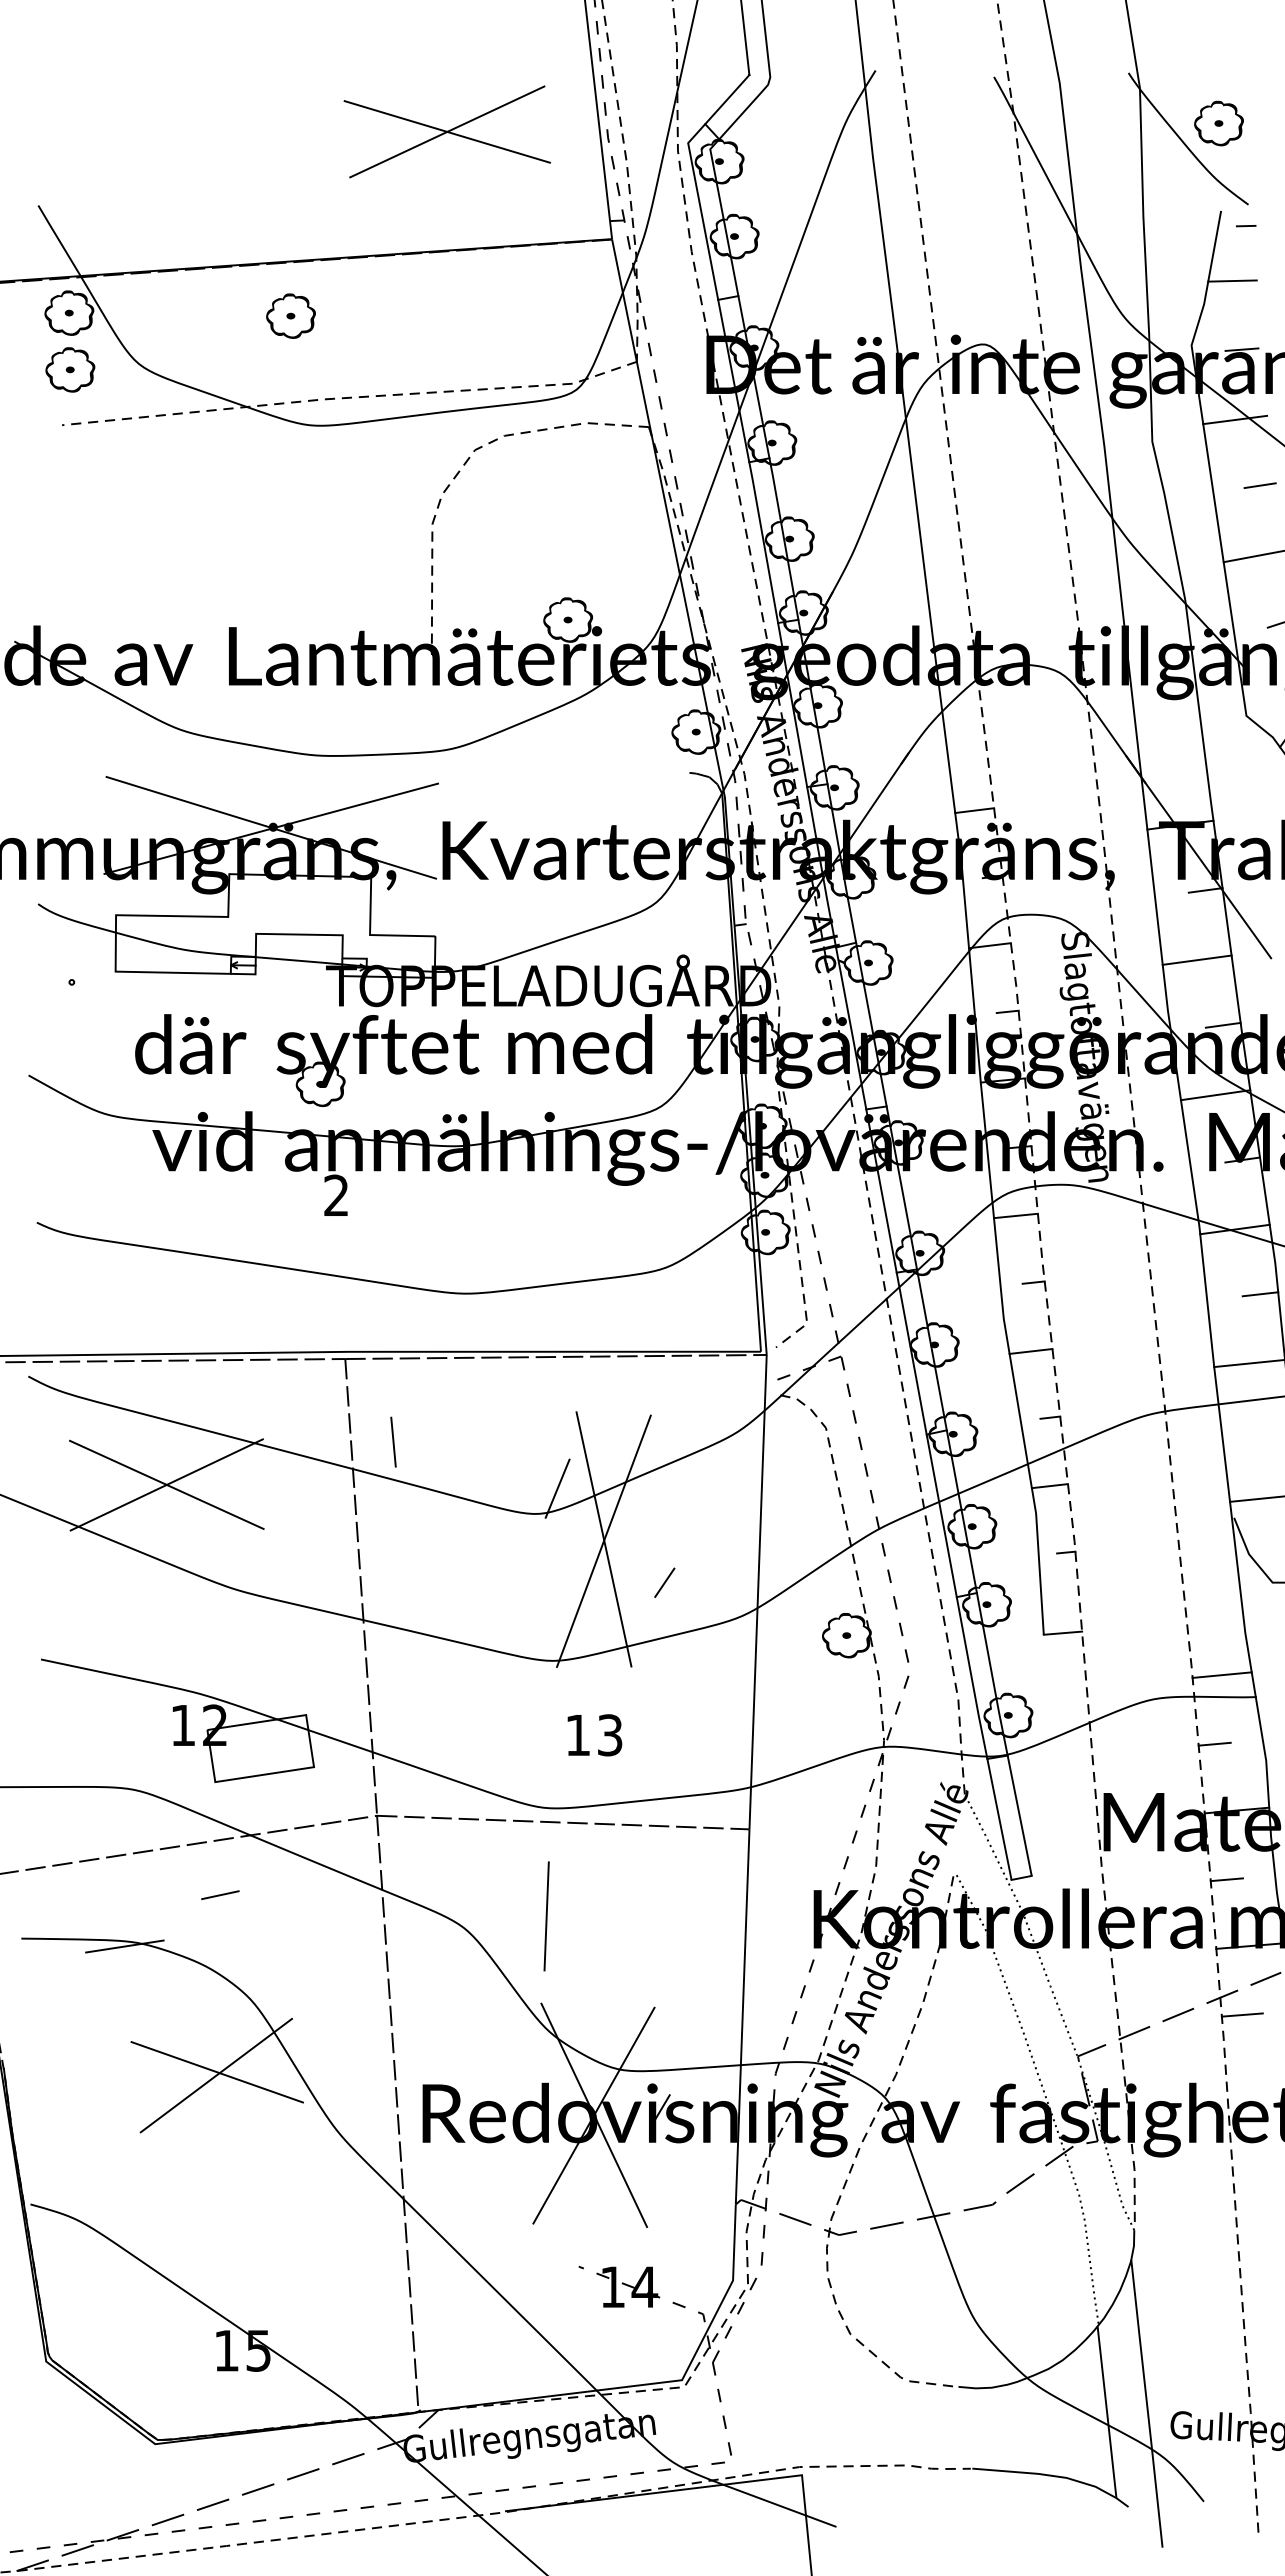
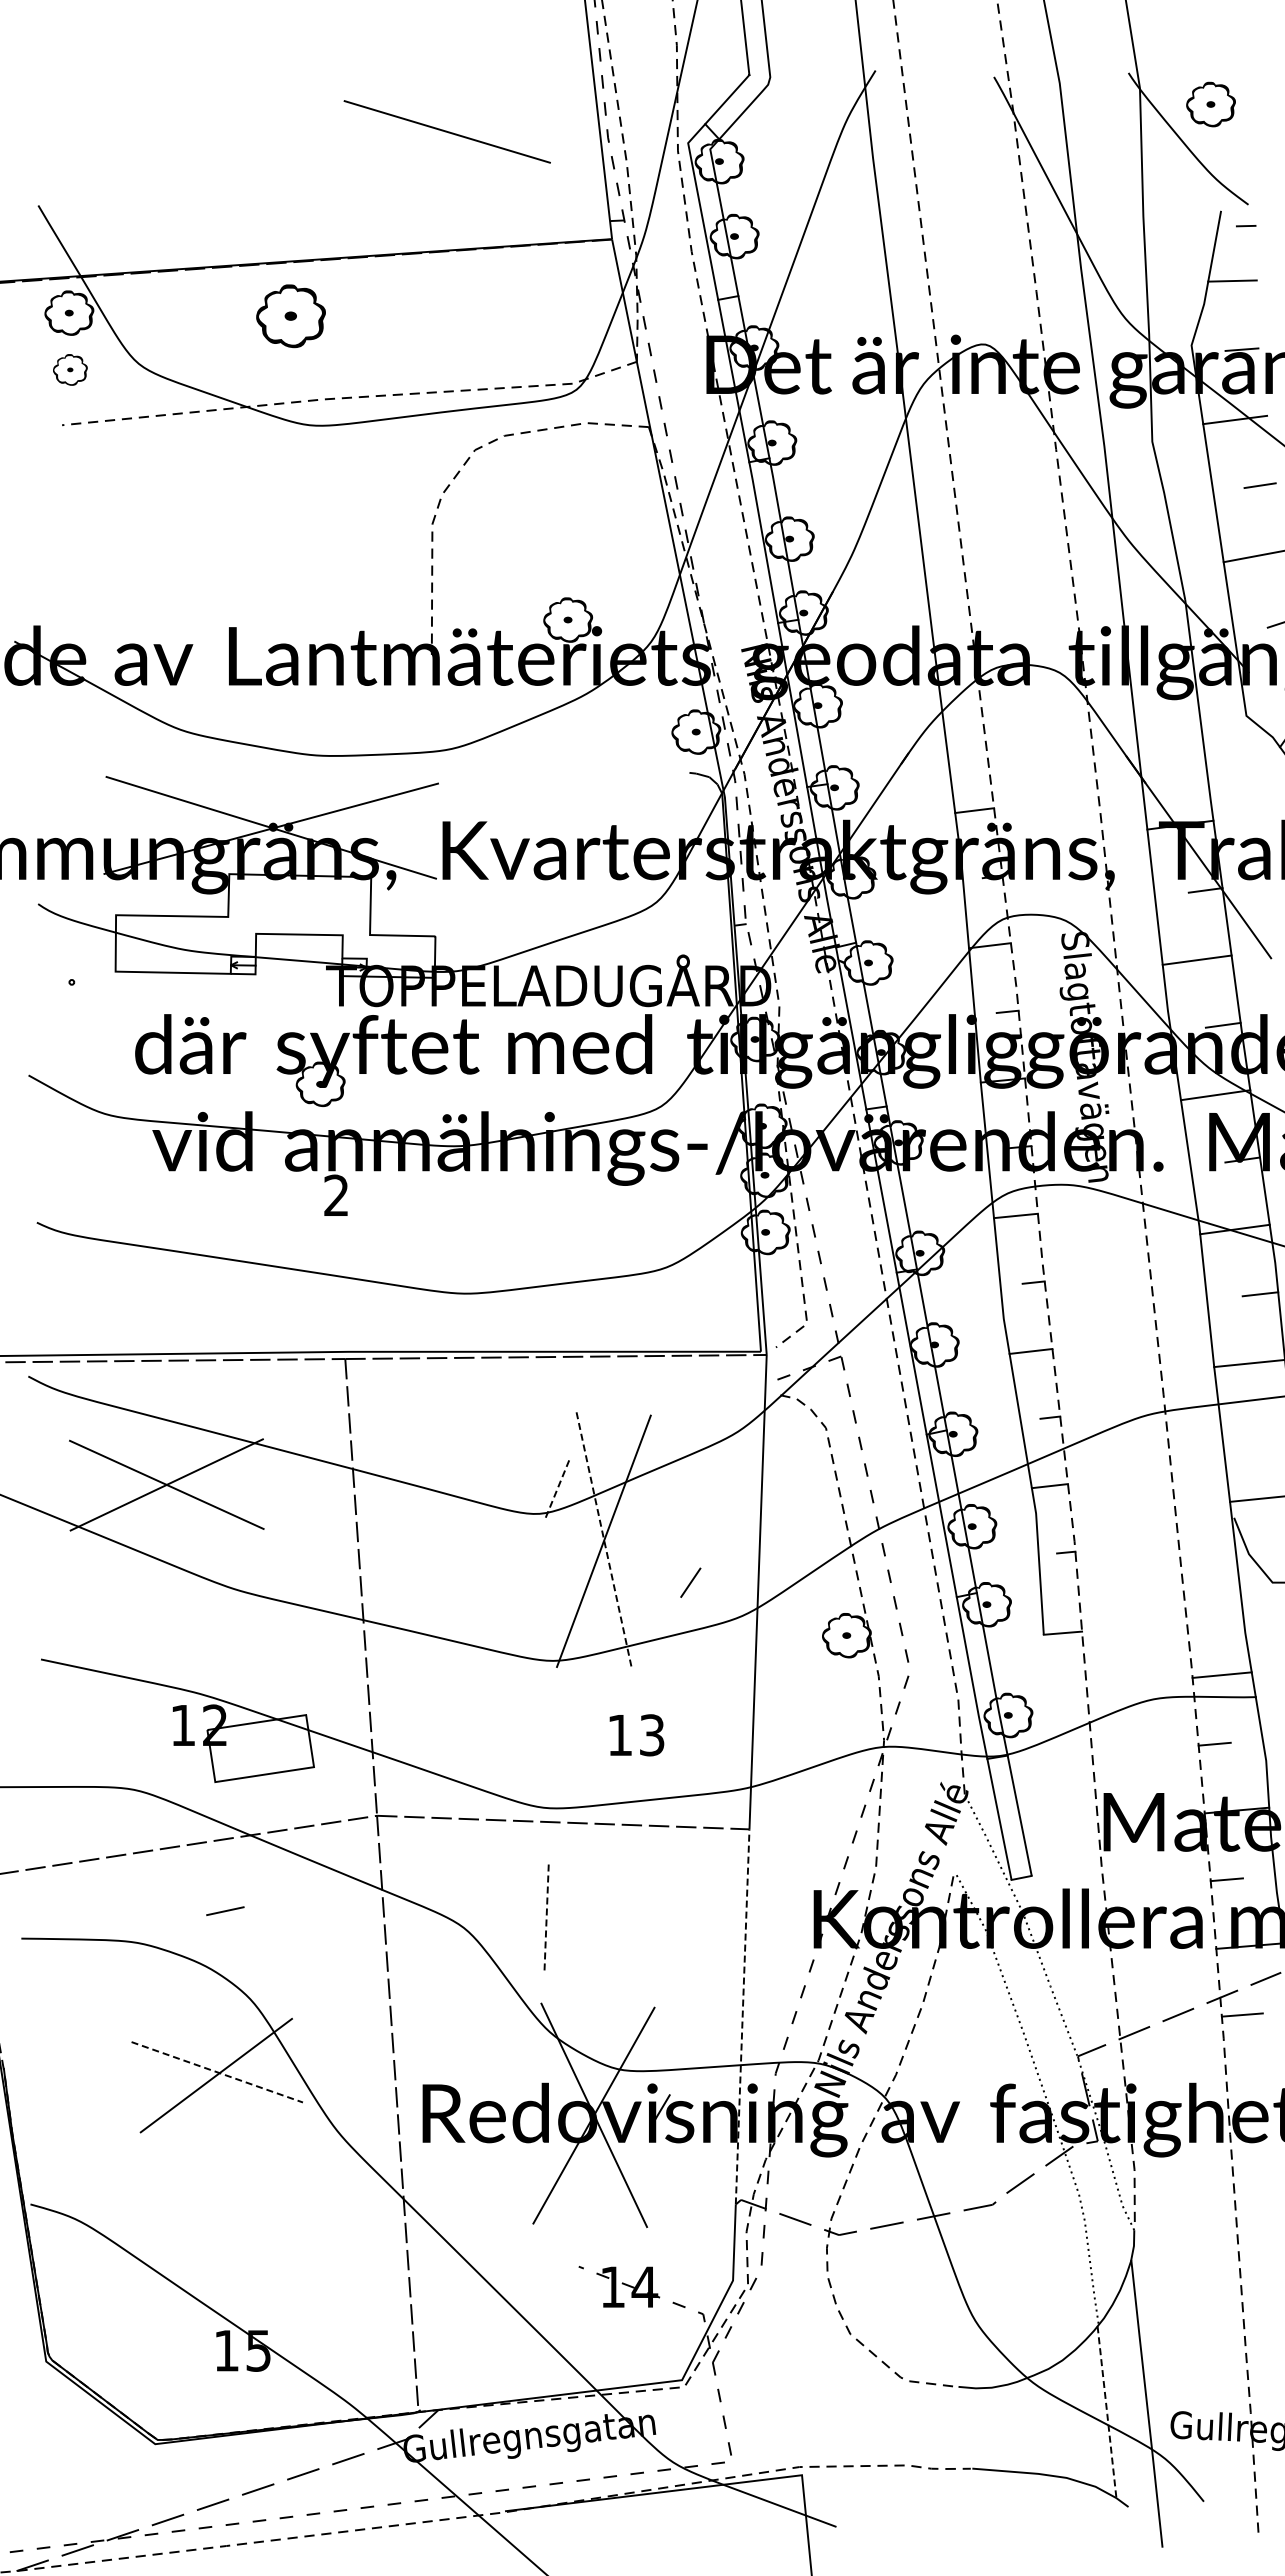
part at (1218, 123) position: (1218, 123) -> (1210, 104)
line at (447, 131): present -> none
part at (290, 315) size: 50x46 px -> 70x65 px
part at (70, 369) size: 51x46 px -> 35x32 px
line at (393, 1441): present -> none
line at (557, 1488): solid -> dashed
line at (604, 1539): solid -> dashed
line at (664, 1582) position: (664, 1582) -> (690, 1582)
text at (594, 1735) position: (594, 1735) -> (636, 1735)
line at (220, 1894) position: (220, 1894) -> (225, 1910)
line at (546, 1915): solid -> dashed
line at (124, 1946): present -> none
line at (742, 2016): solid -> dashed
line at (217, 2072): solid -> dashed
line at (1107, 2413): solid -> dashed
